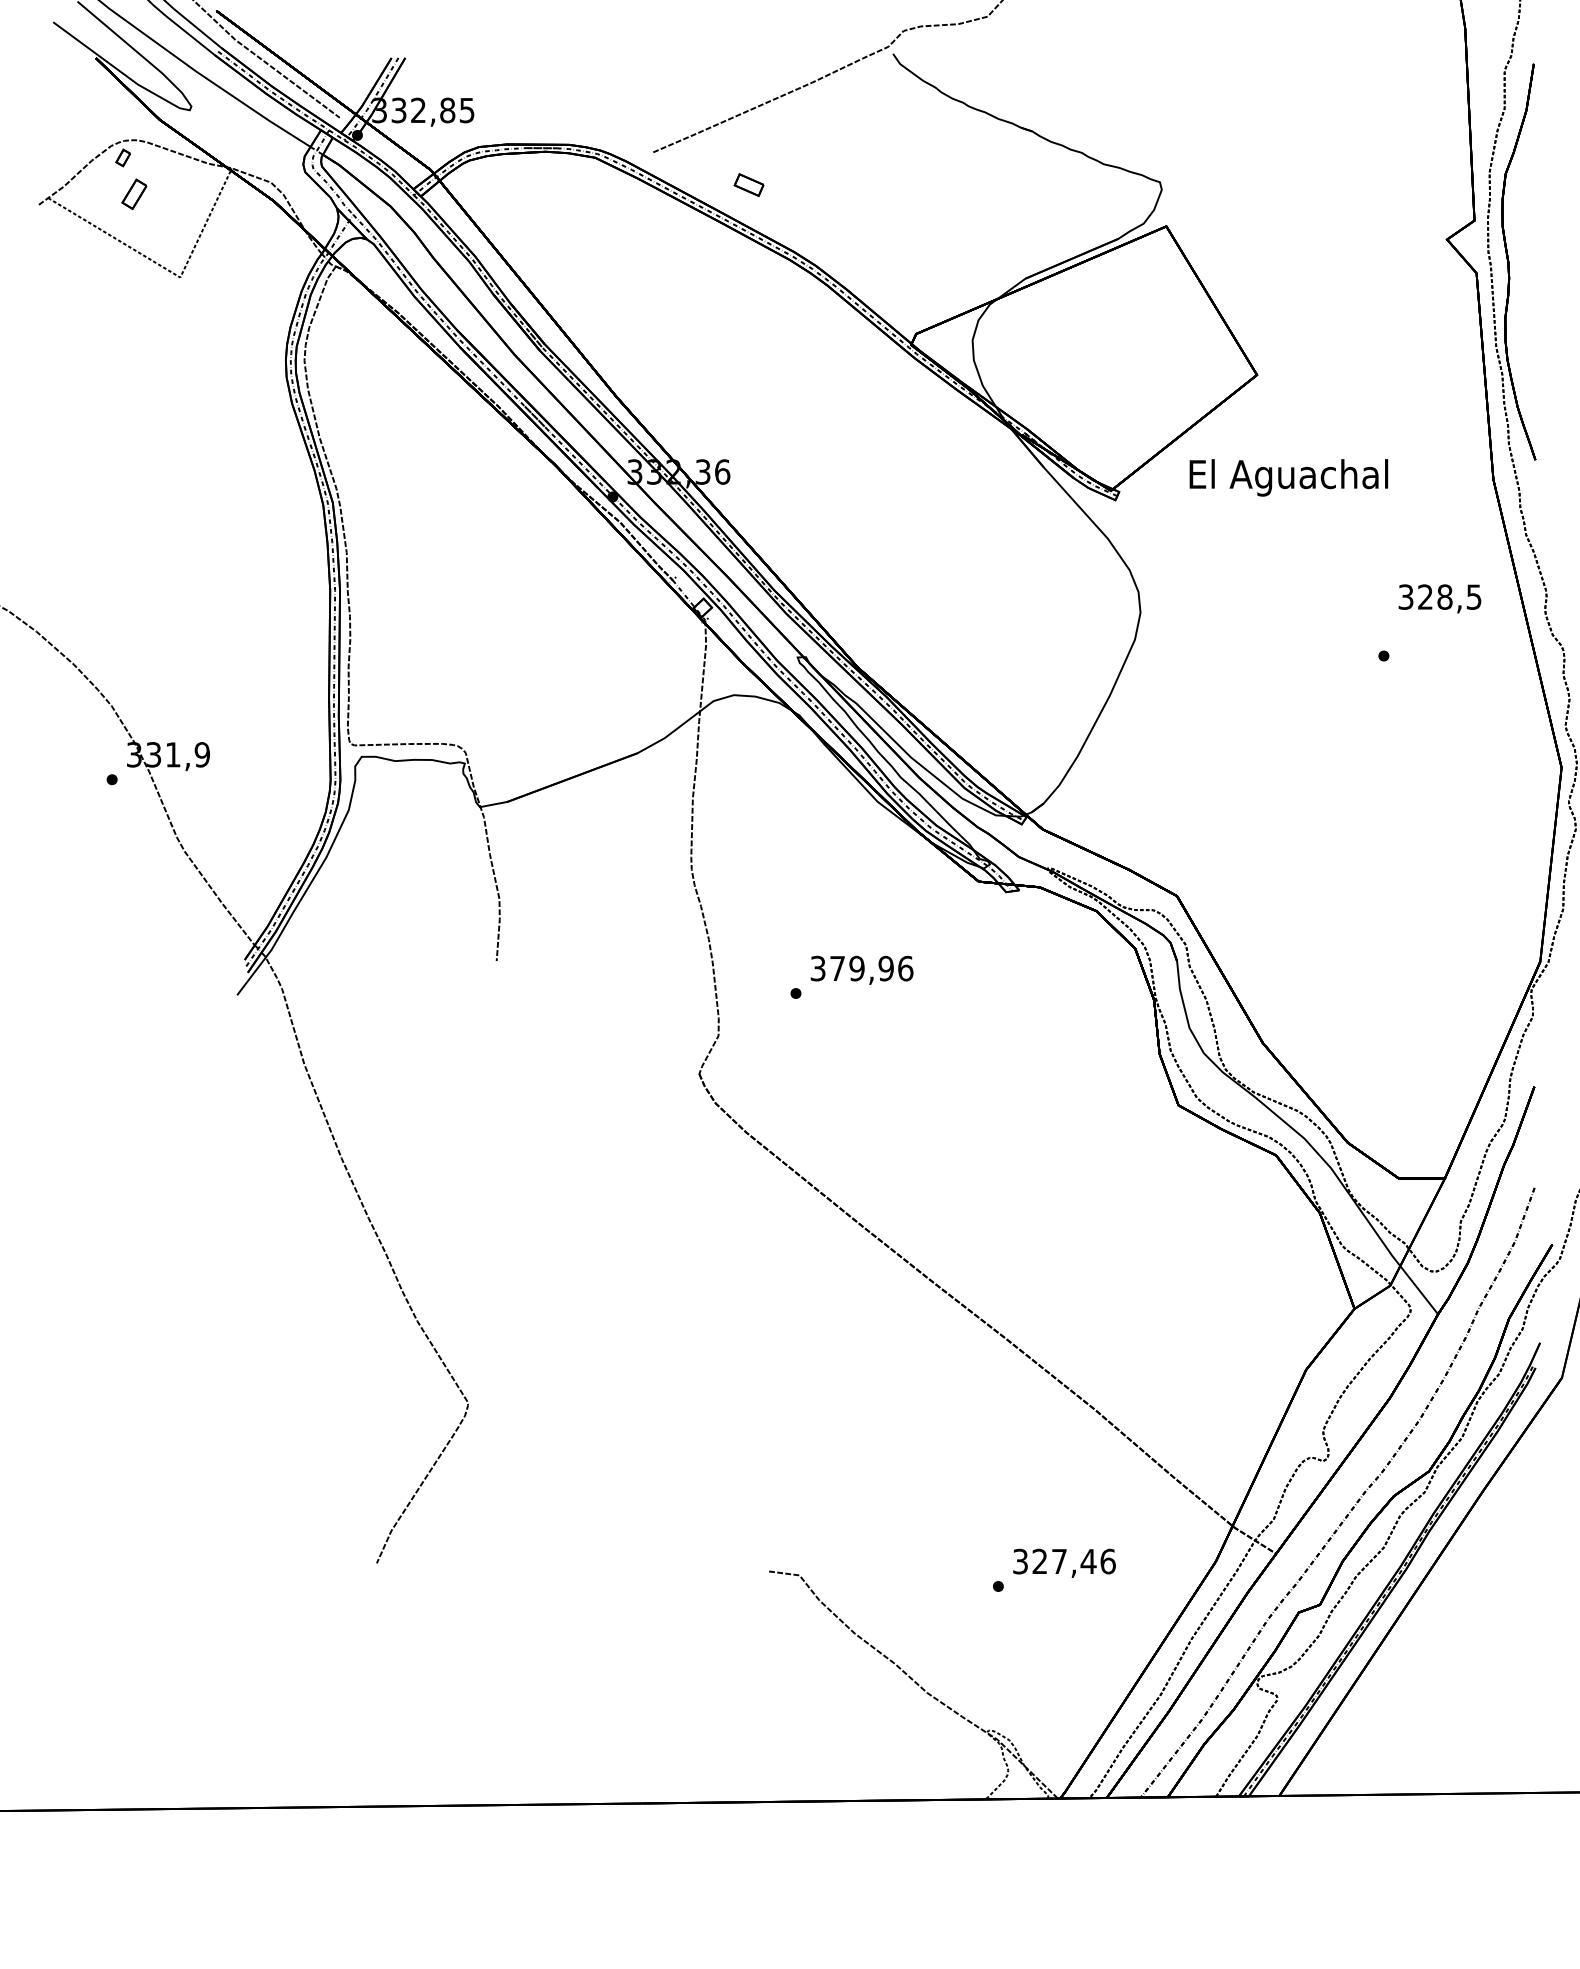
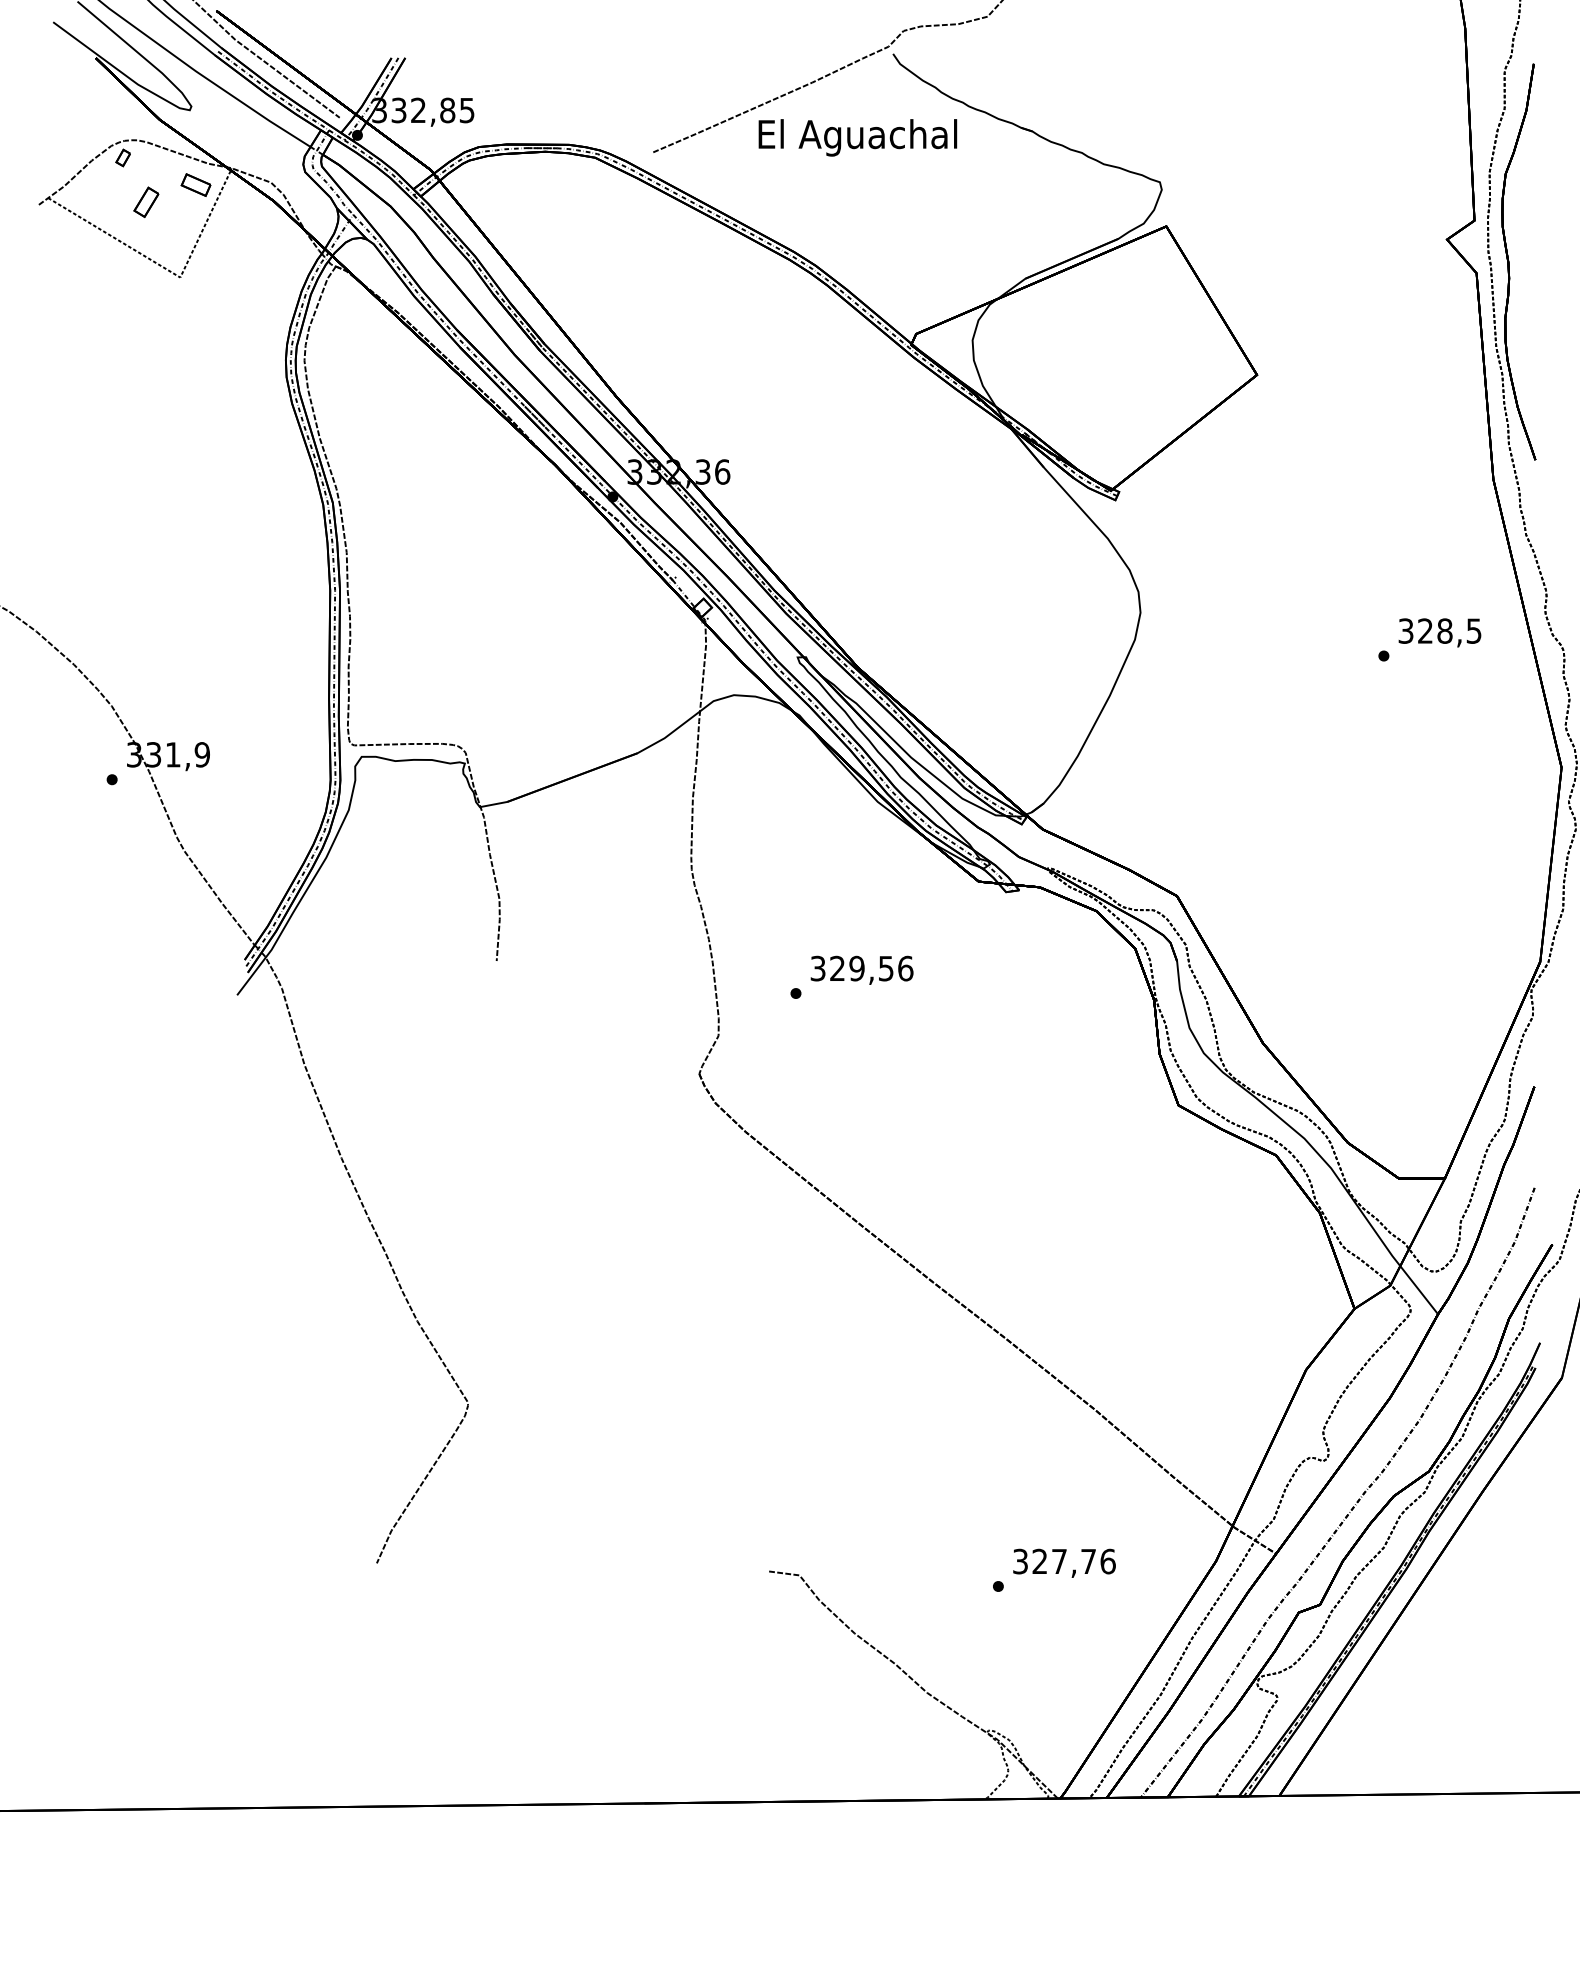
part at (748, 184) position: (748, 184) -> (195, 184)
part at (134, 193) position: (134, 193) -> (146, 201)
text at (1288, 477) position: (1288, 477) -> (857, 137)
text at (1439, 598) position: (1439, 598) -> (1439, 632)
text at (861, 968): 379,96 -> 329,56
text at (1088, 1561): 327,46 -> 327,76
